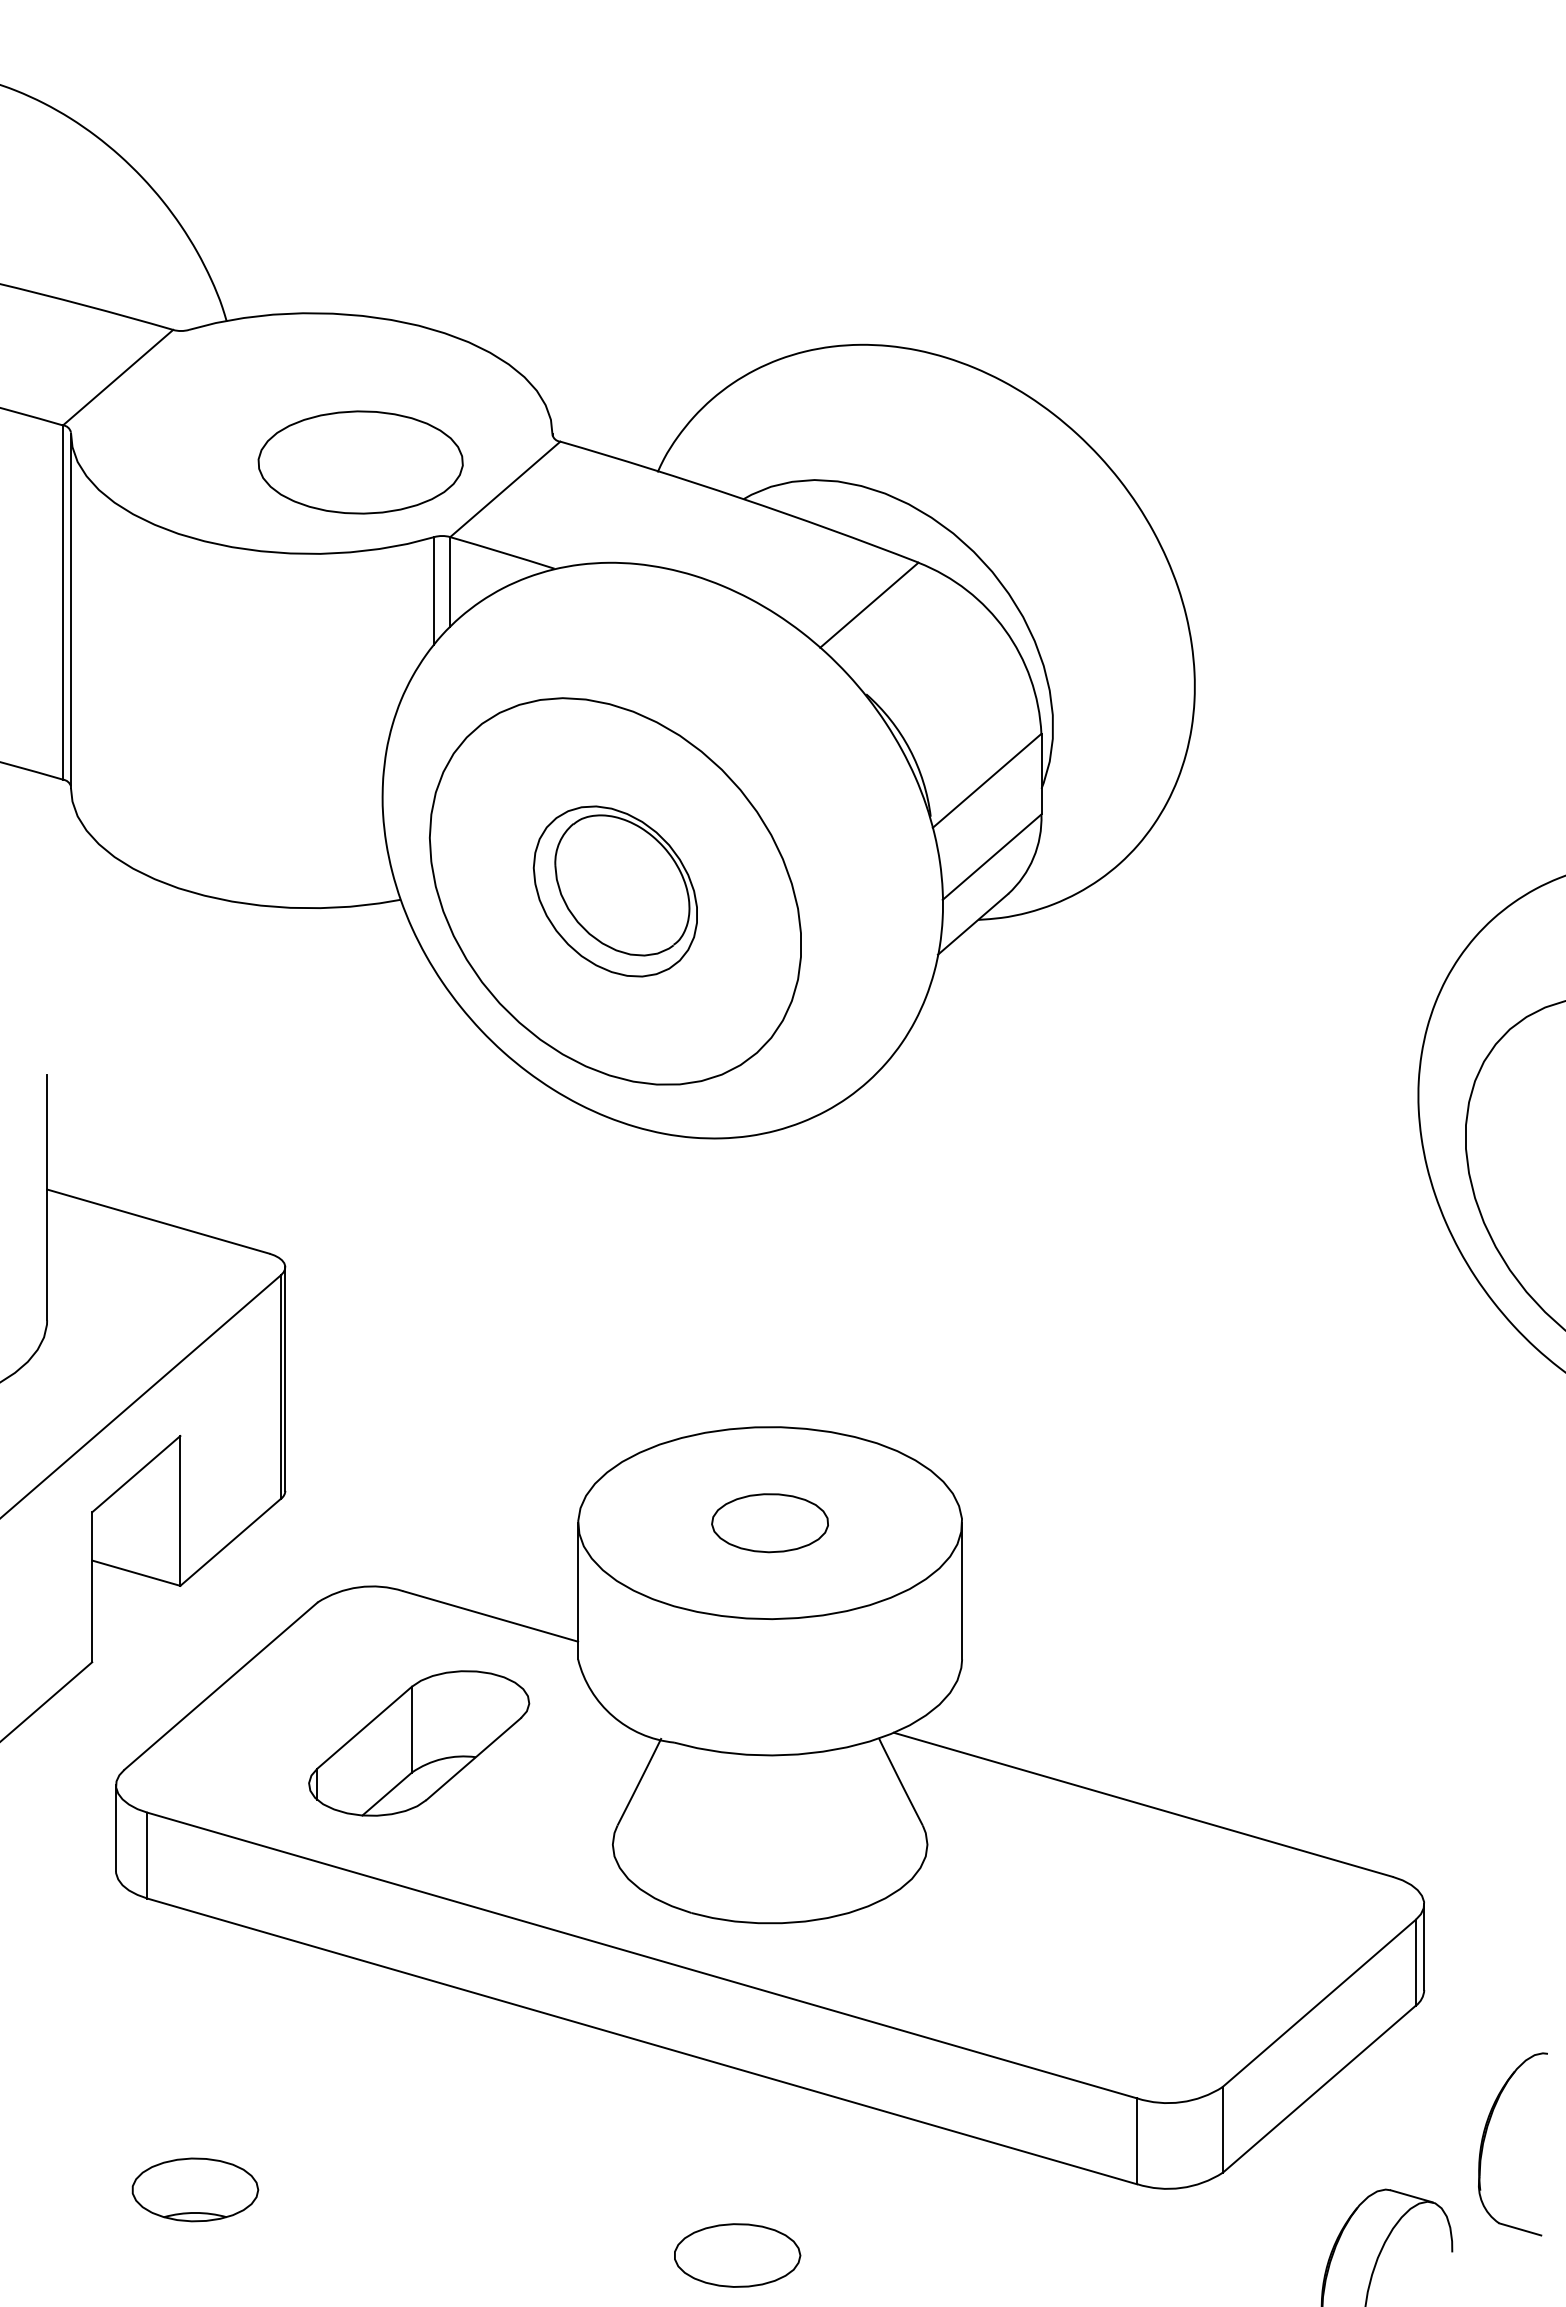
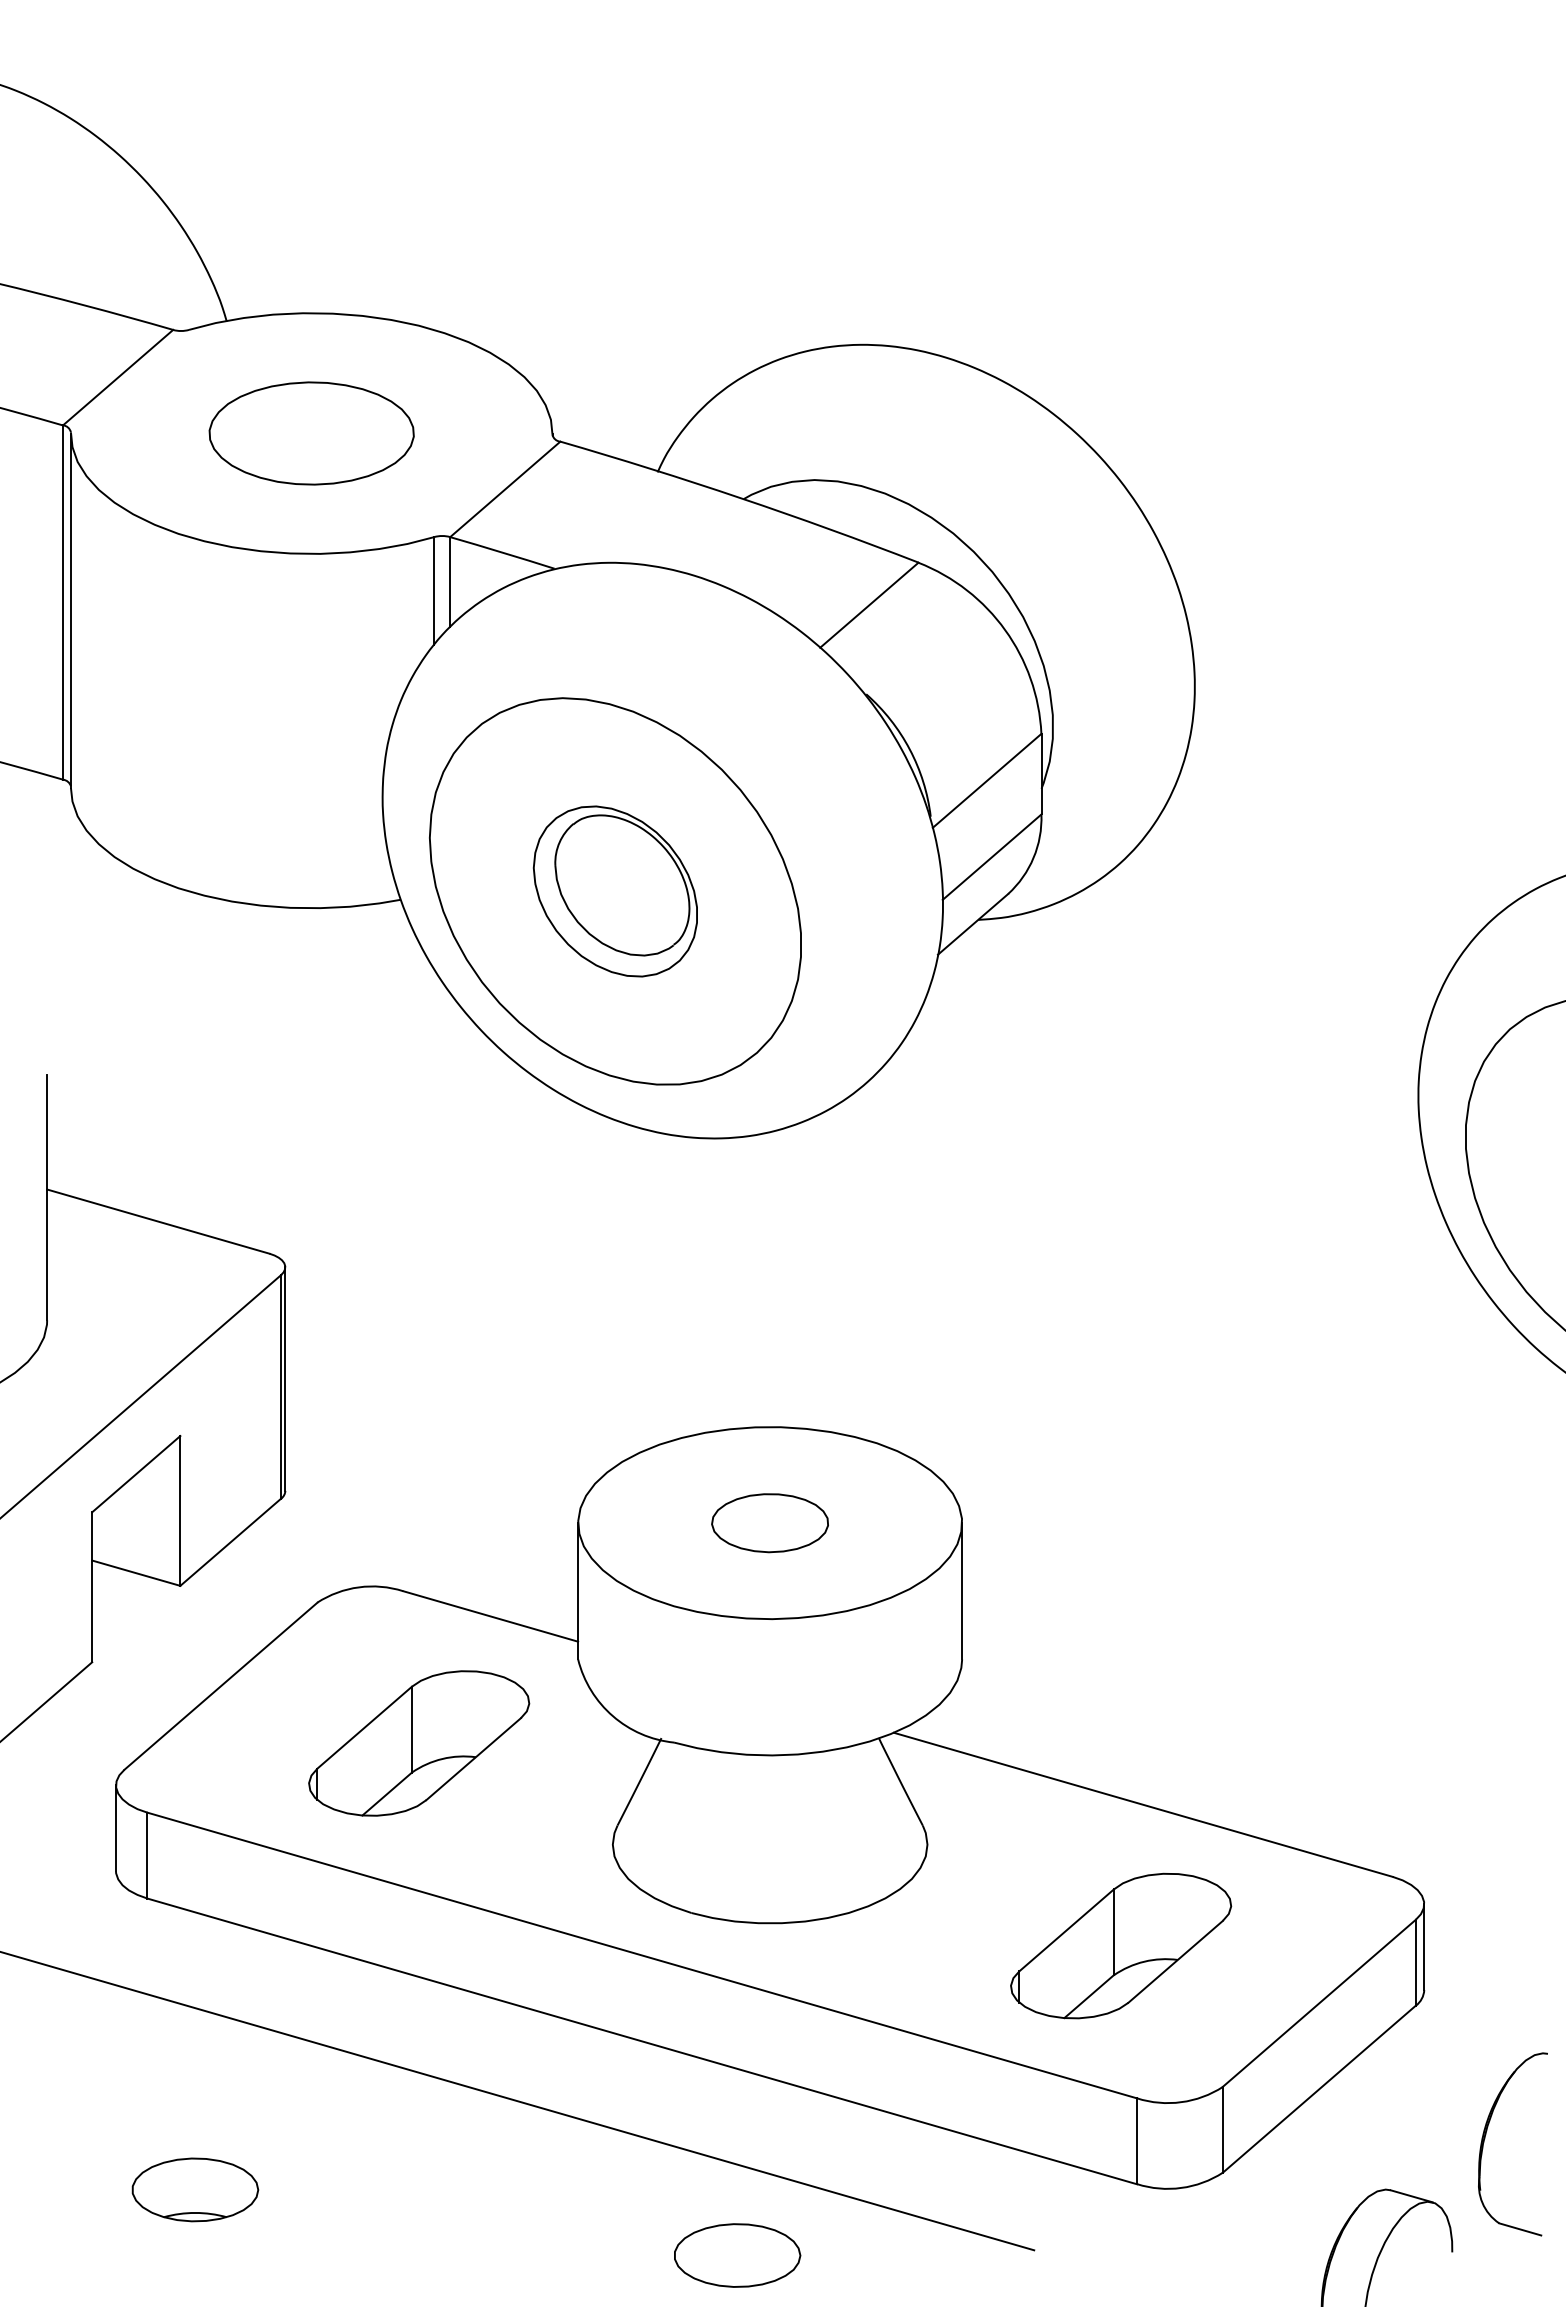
part at (360, 462) position: (360, 462) -> (311, 433)
part at (1121, 1945): none -> present
line at (518, 2101): none -> present
